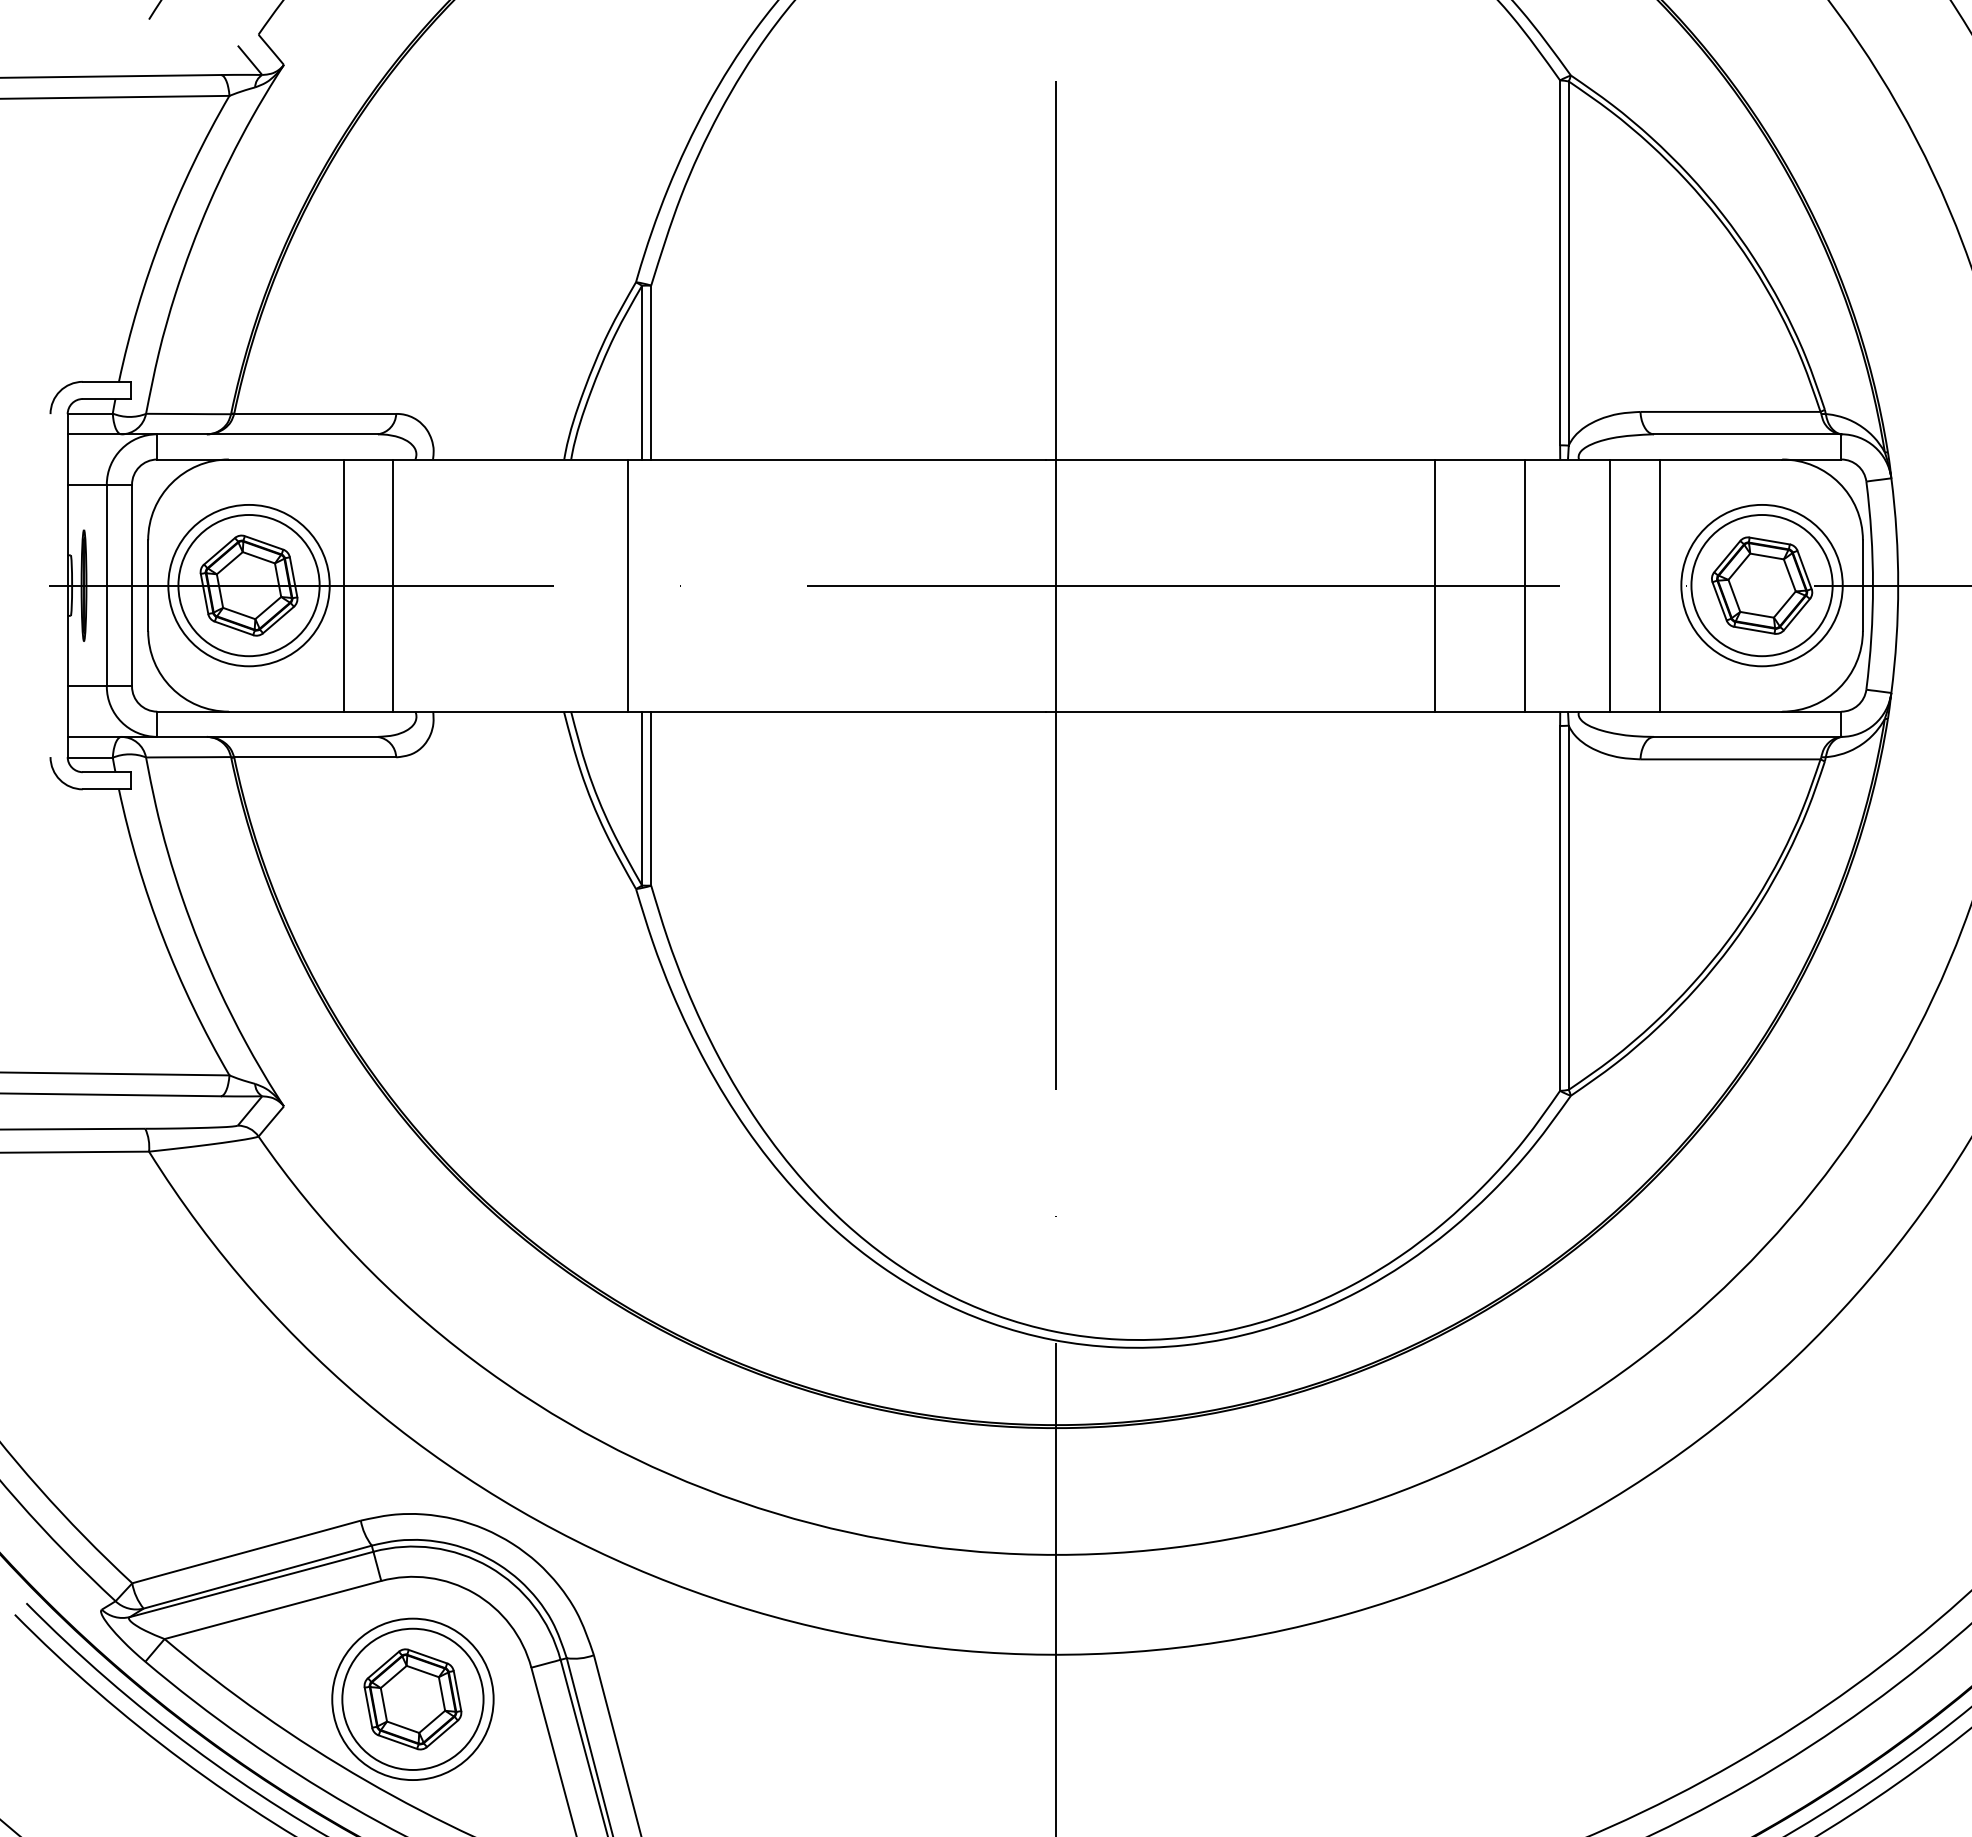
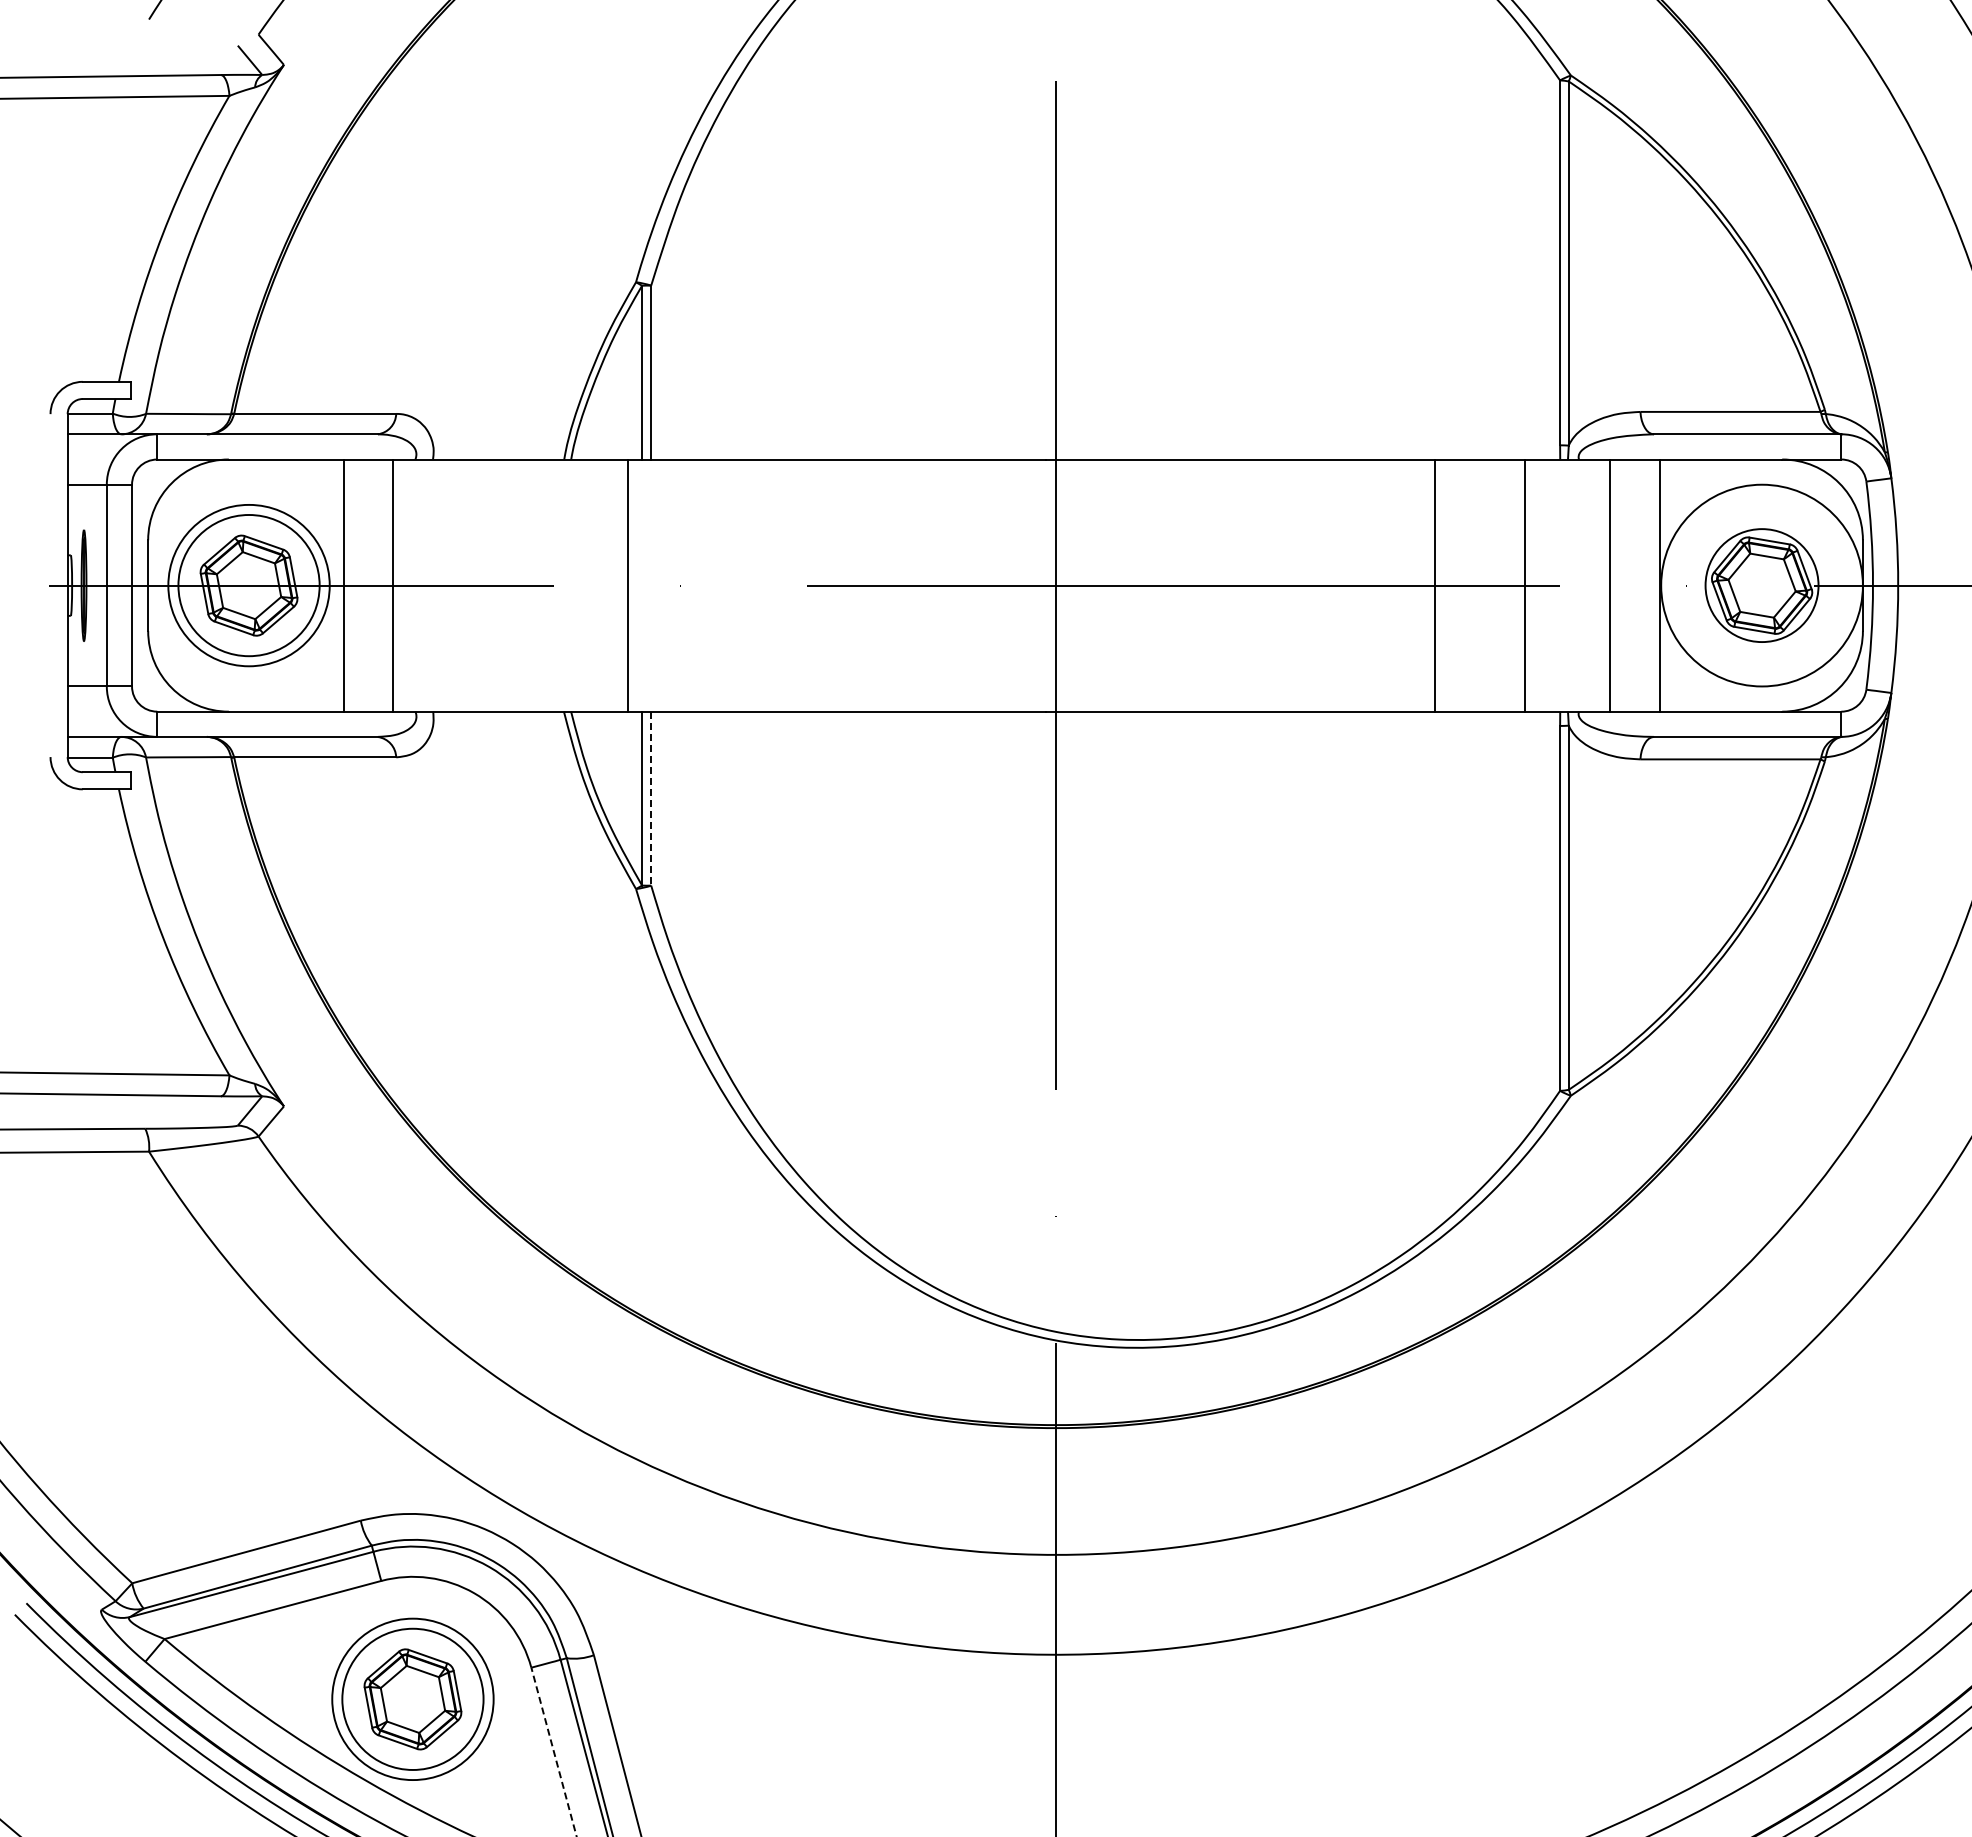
circle at (1761, 585) diameter: 141 px -> 113 px
circle at (1761, 585) diameter: 161 px -> 202 px
line at (651, 798): solid -> dashed
line at (553, 1751): solid -> dashed
